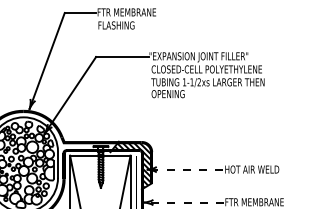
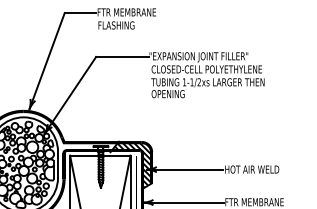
line at (184, 169): dashed -> solid
line at (183, 202): dashed -> solid
